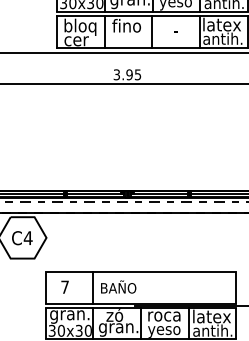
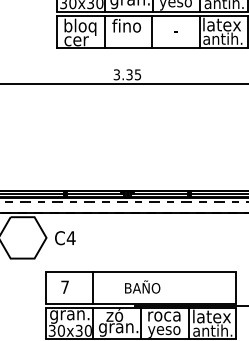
line at (123, 52): present -> none
text at (129, 74): 3.95 -> 3.35
text at (22, 238) position: (22, 238) -> (65, 238)
text at (118, 286) position: (118, 286) -> (142, 286)
